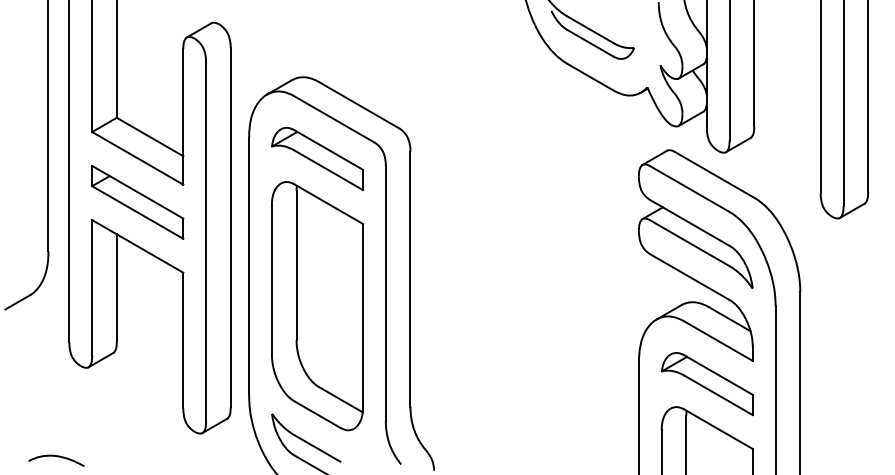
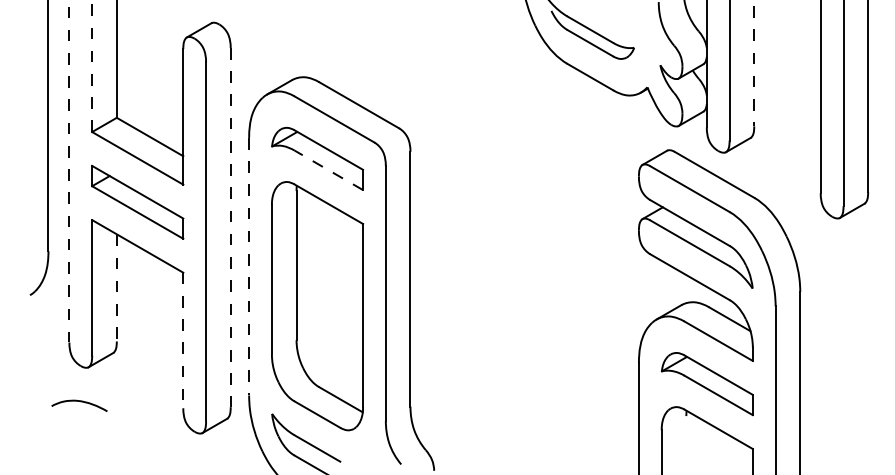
line at (754, 63): solid -> dashed
line at (92, 66): solid -> dashed
line at (328, 170): solid -> dashed
line at (69, 171): solid -> dashed
line at (230, 227): solid -> dashed
line at (249, 266): solid -> dashed
line at (116, 287): solid -> dashed
line at (17, 302): present -> none
line at (183, 340): solid -> dashed
line at (686, 443): present -> none
curve at (57, 457) position: (57, 457) -> (80, 402)
